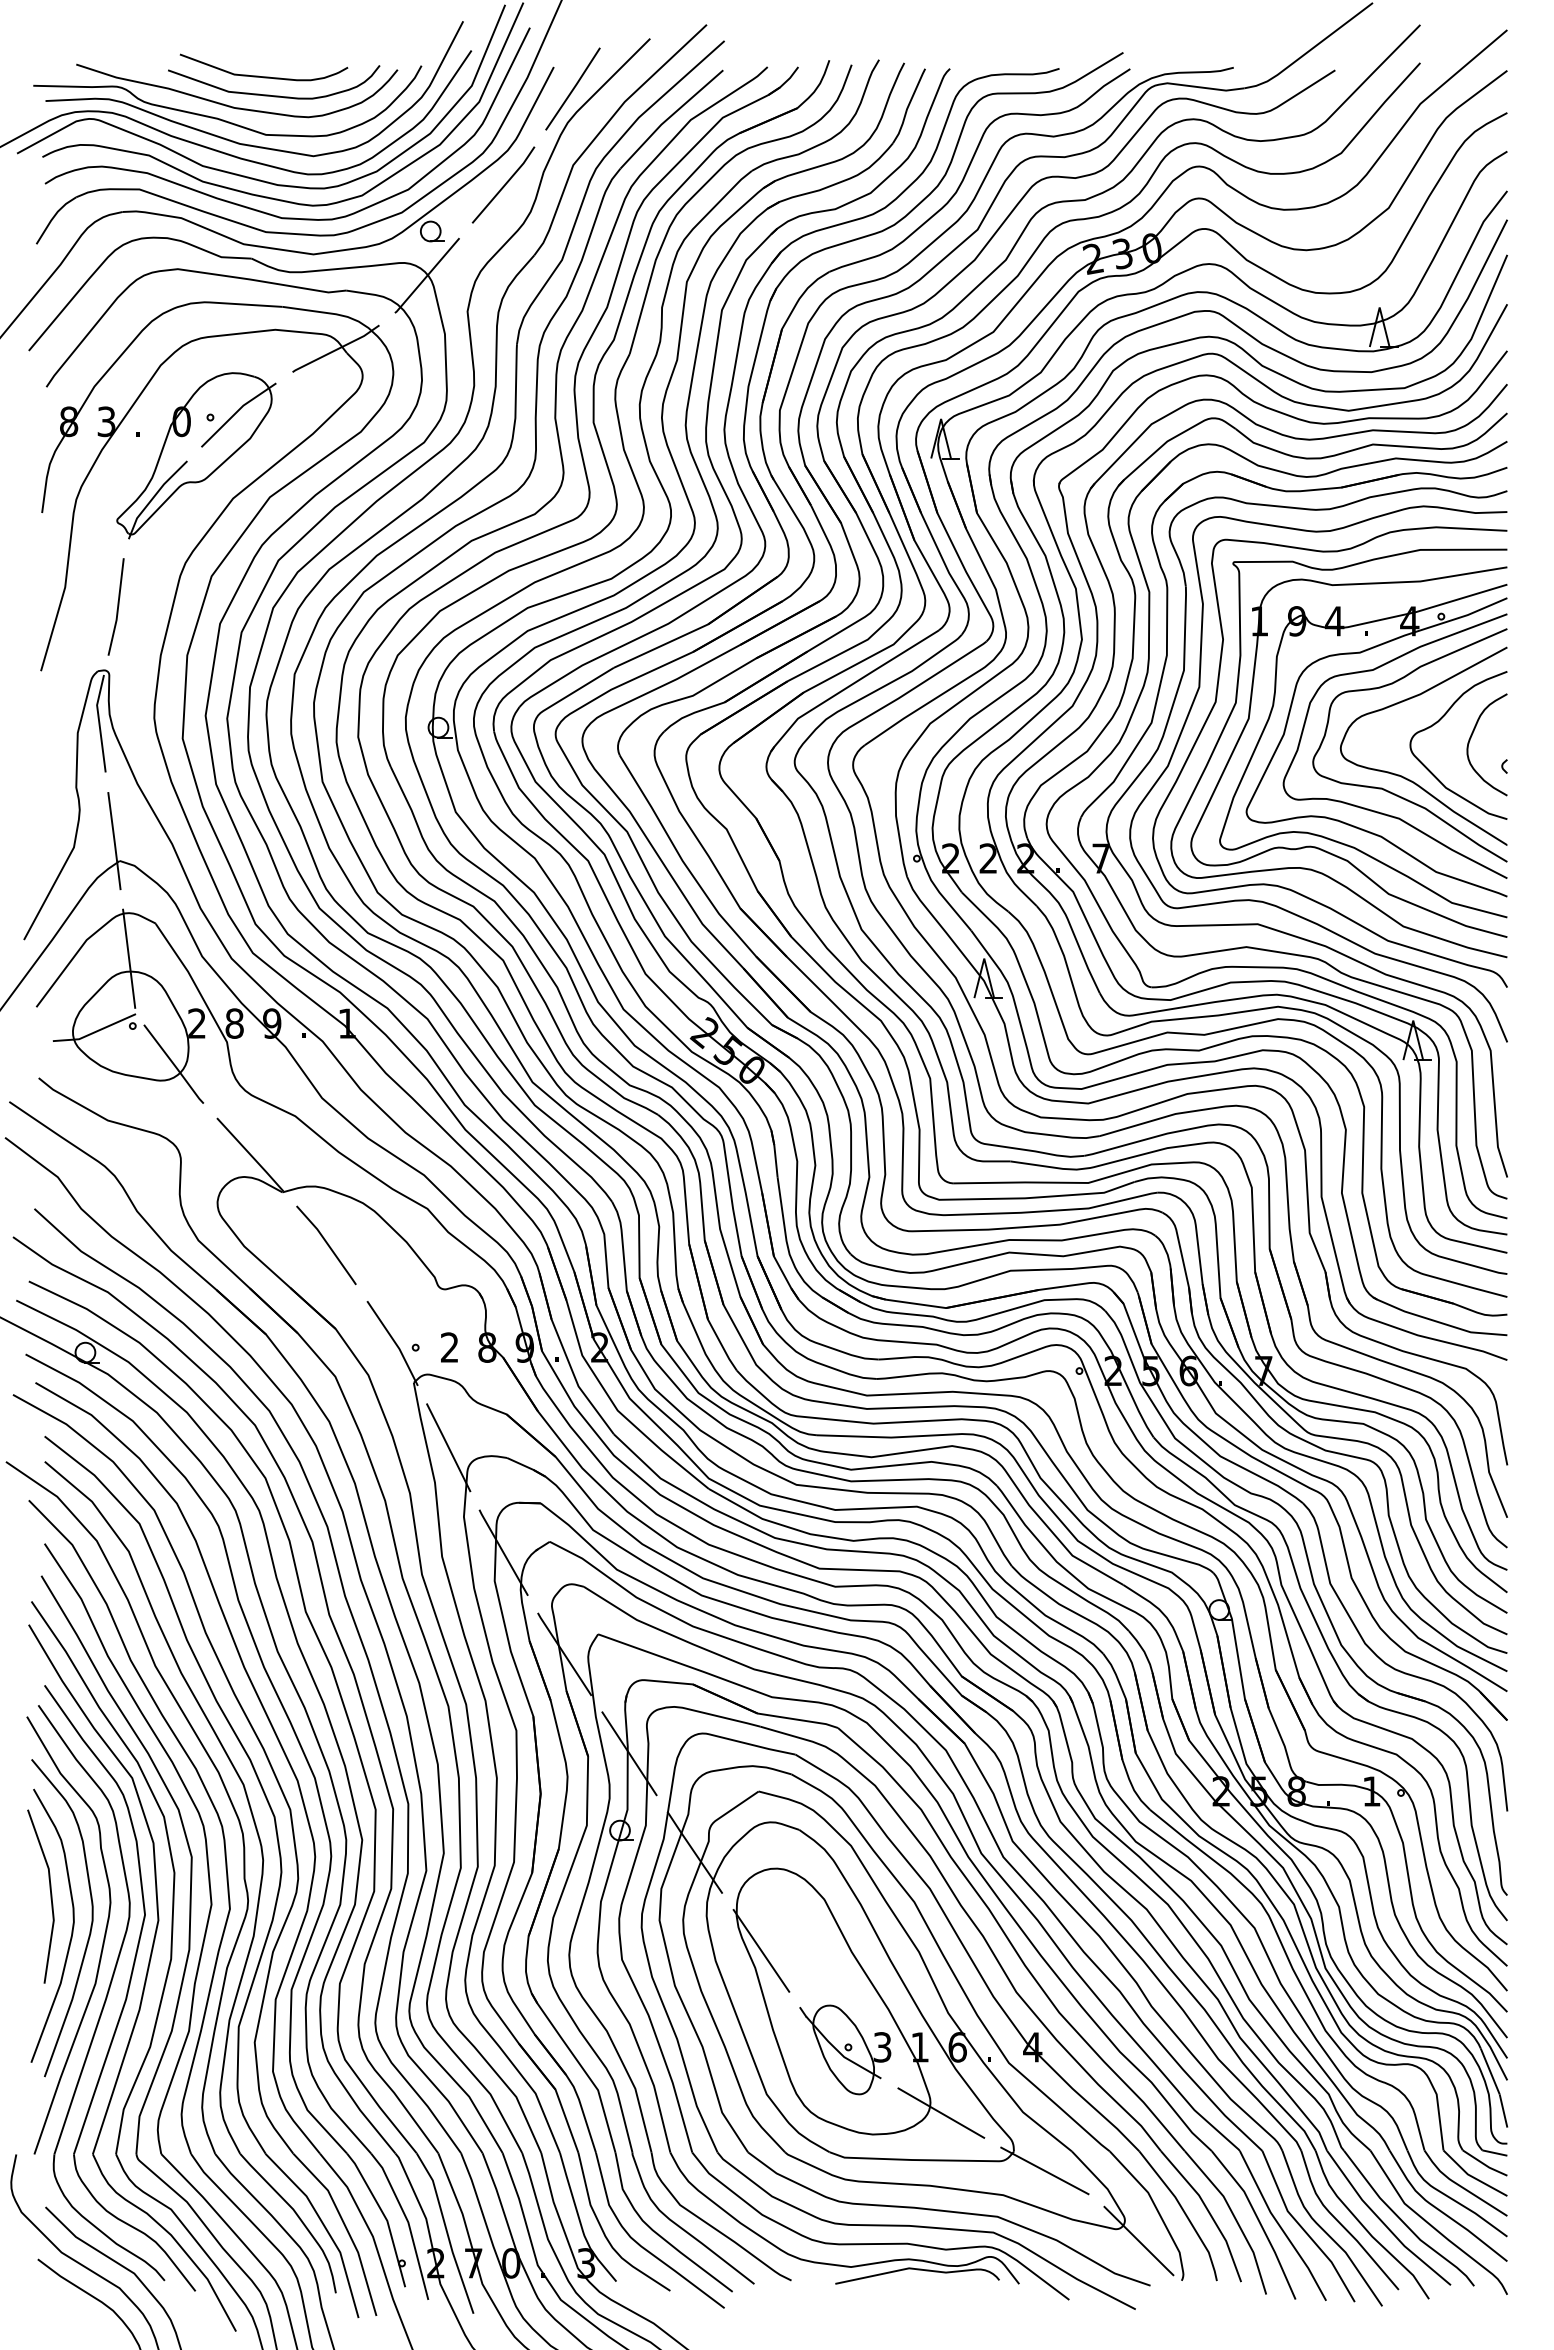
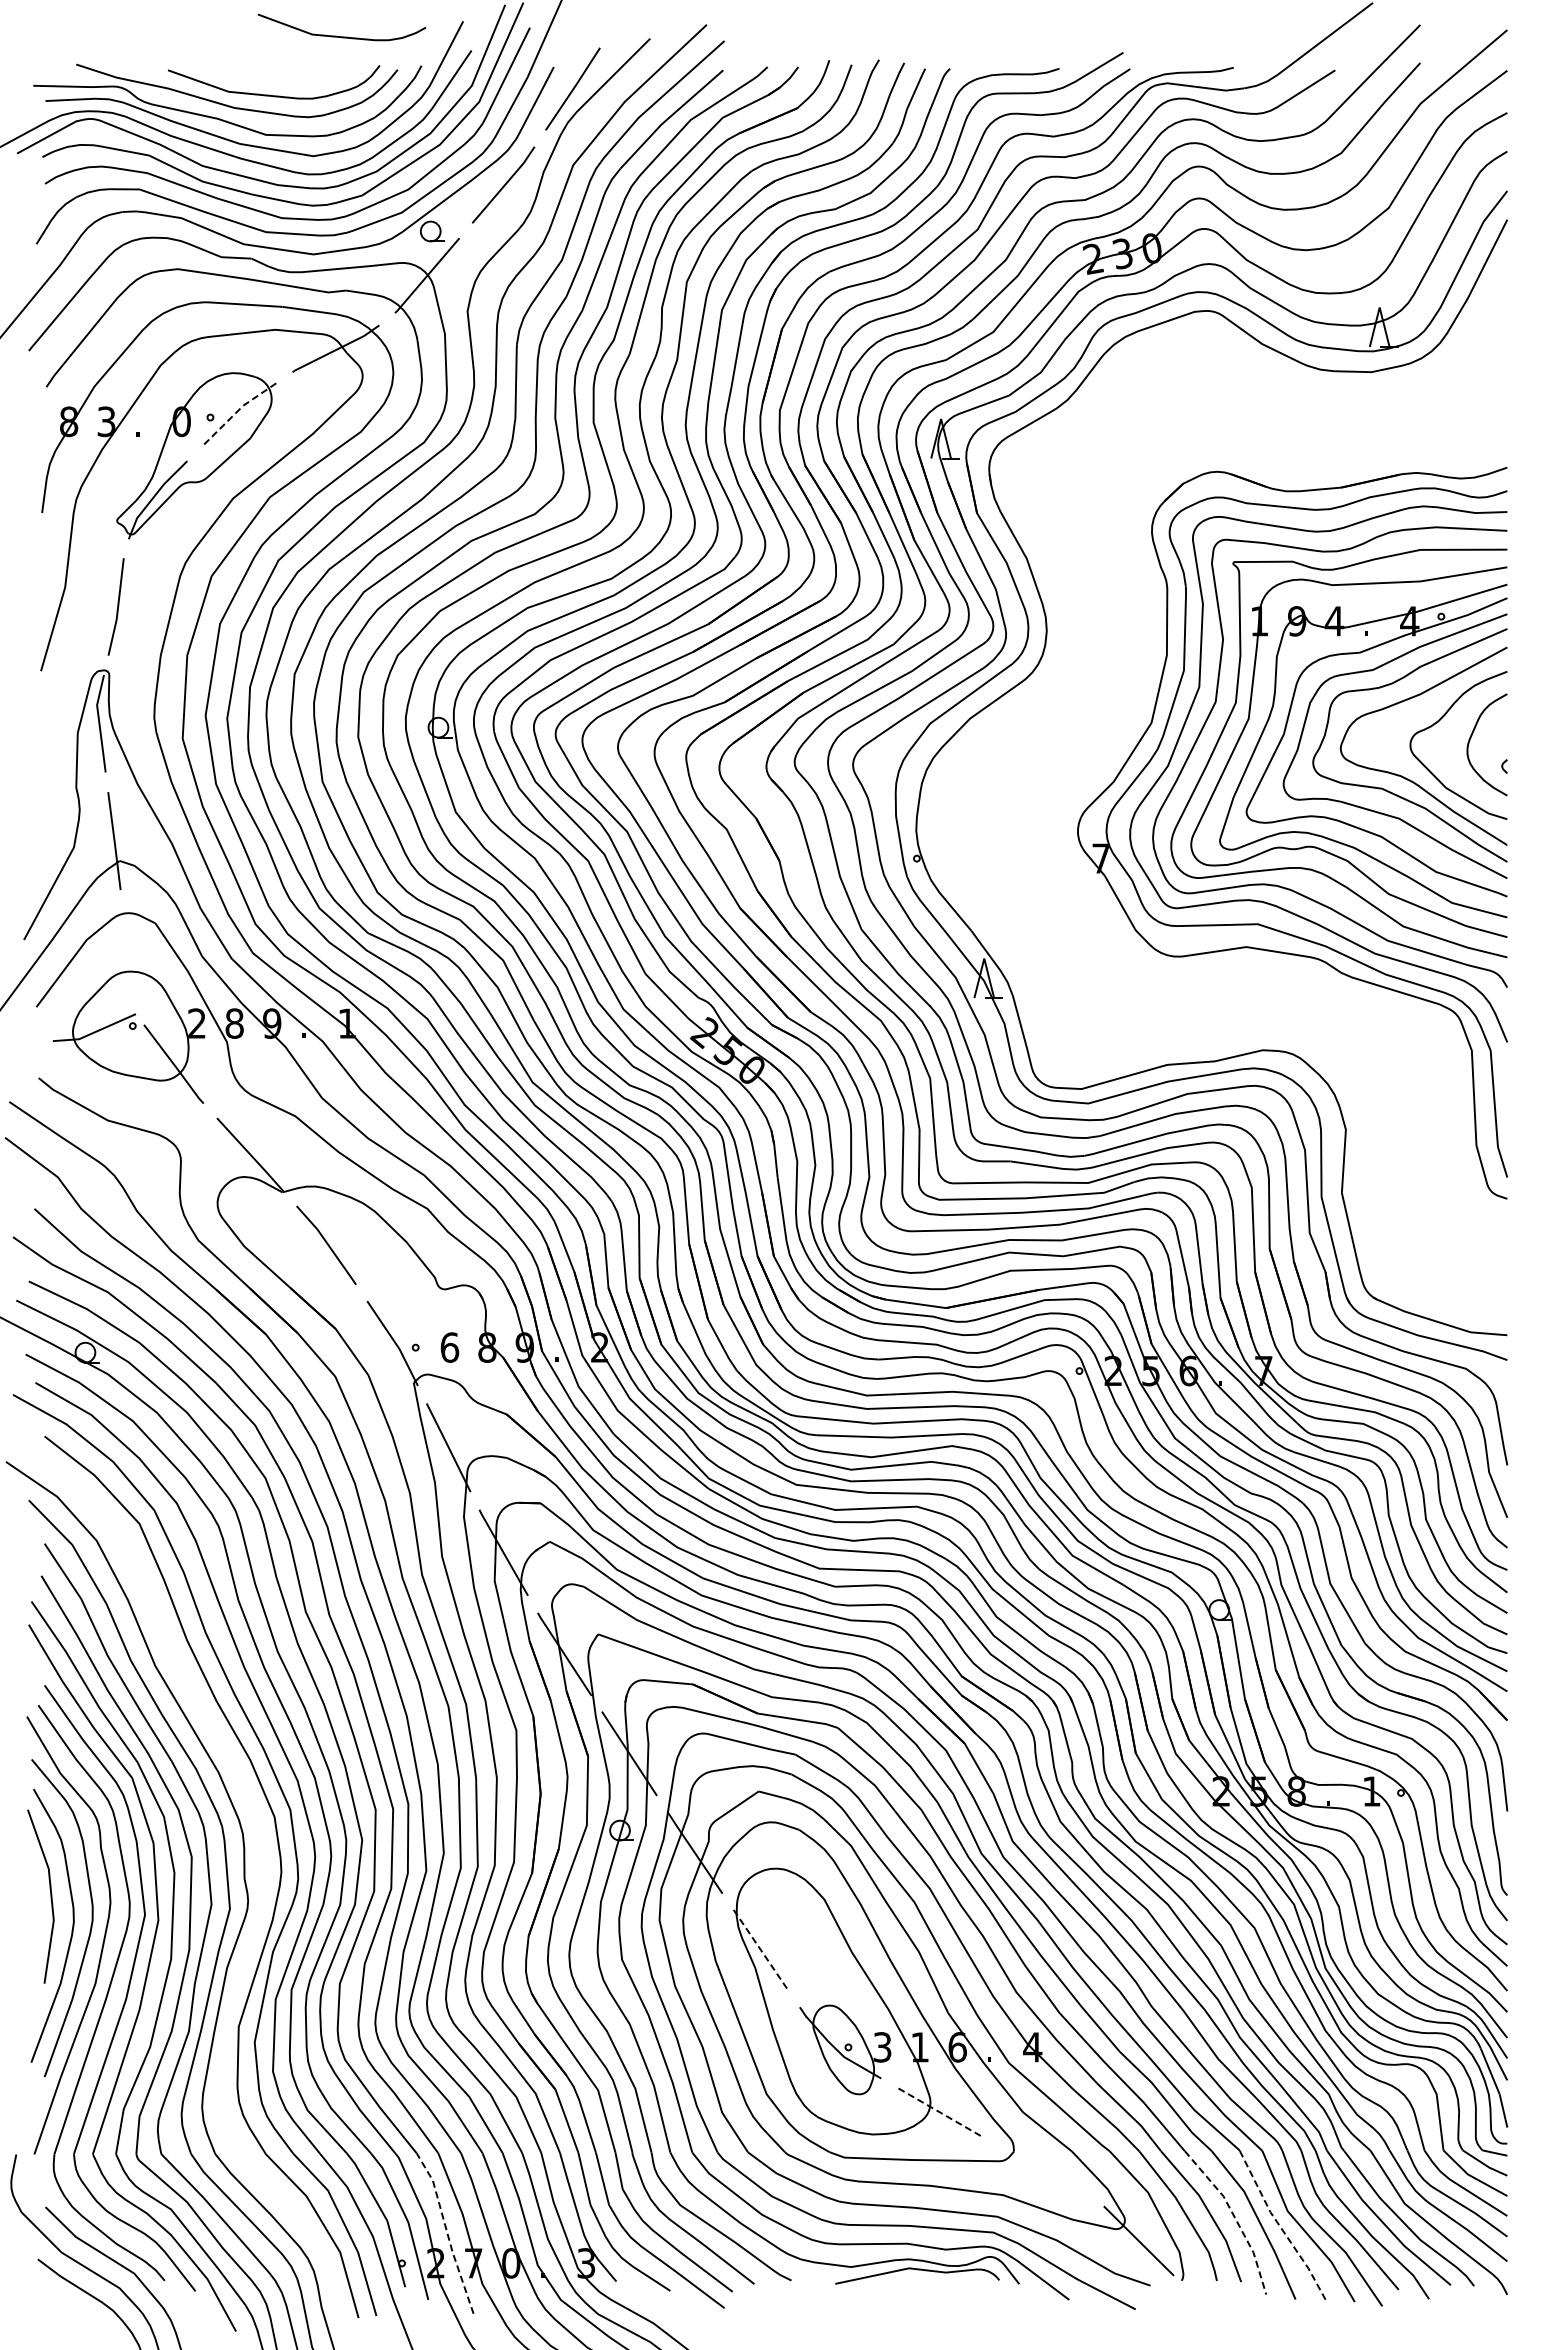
curve at (259, 75) position: (259, 75) -> (337, 35)
line at (236, 412): solid -> dashed
part at (1123, 736): present -> none
line at (129, 958): present -> none
text at (449, 1347): 2 -> 6
part at (259, 1886): present -> none
line at (761, 1951): solid -> dashed
line at (941, 2113): solid -> dashed
line at (1044, 2170): present -> none
line at (1234, 2217): solid -> dashed
line at (1281, 2228): solid -> dashed
line at (447, 2232): solid -> dashed
